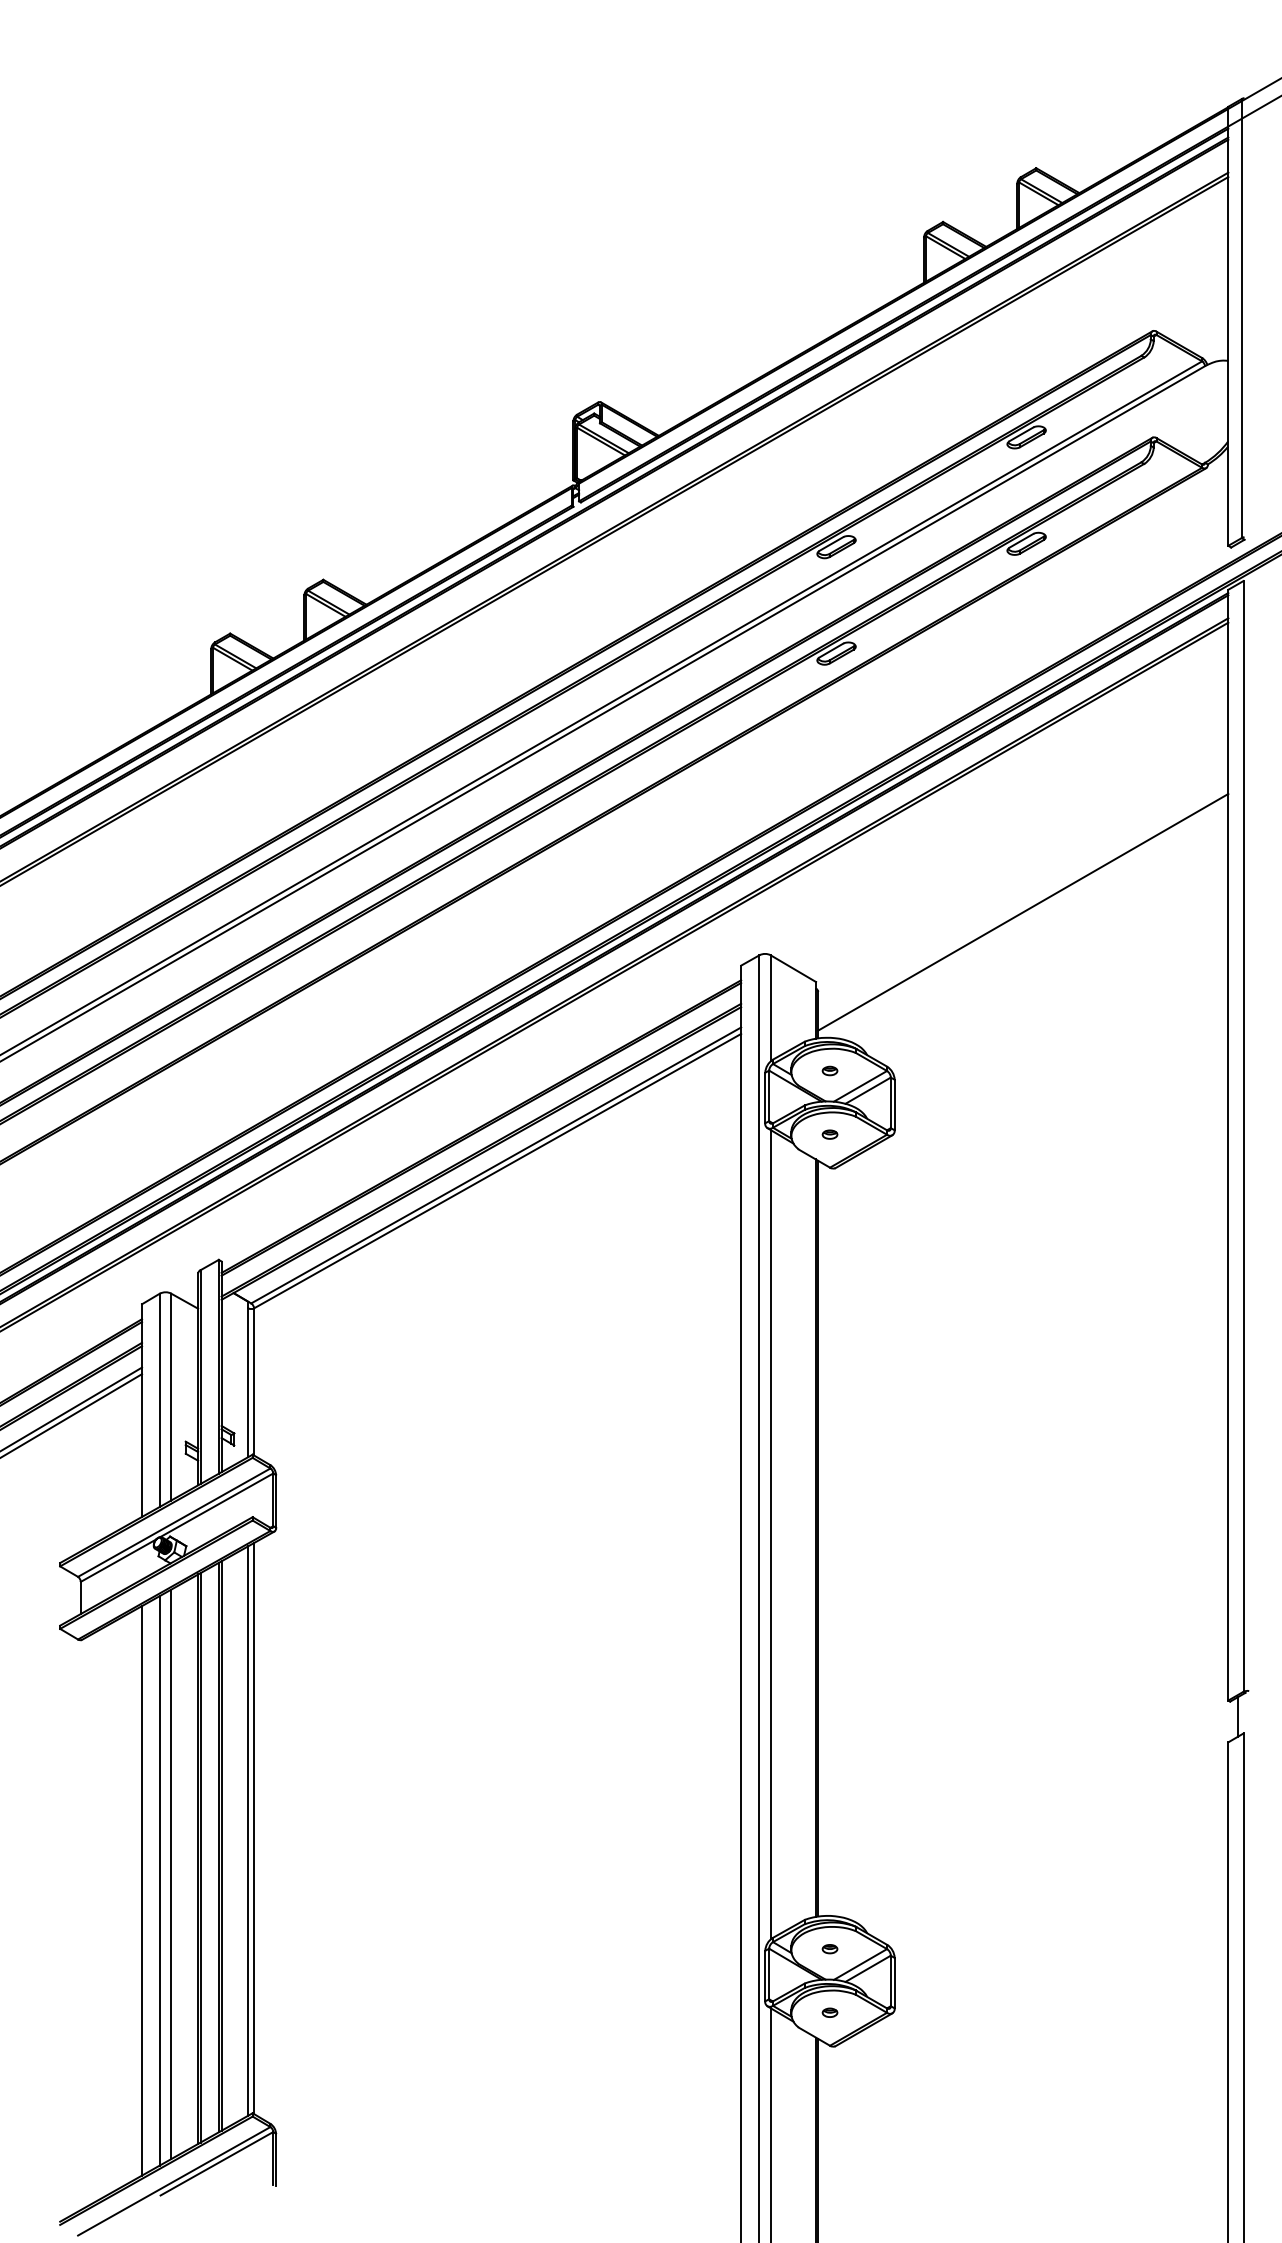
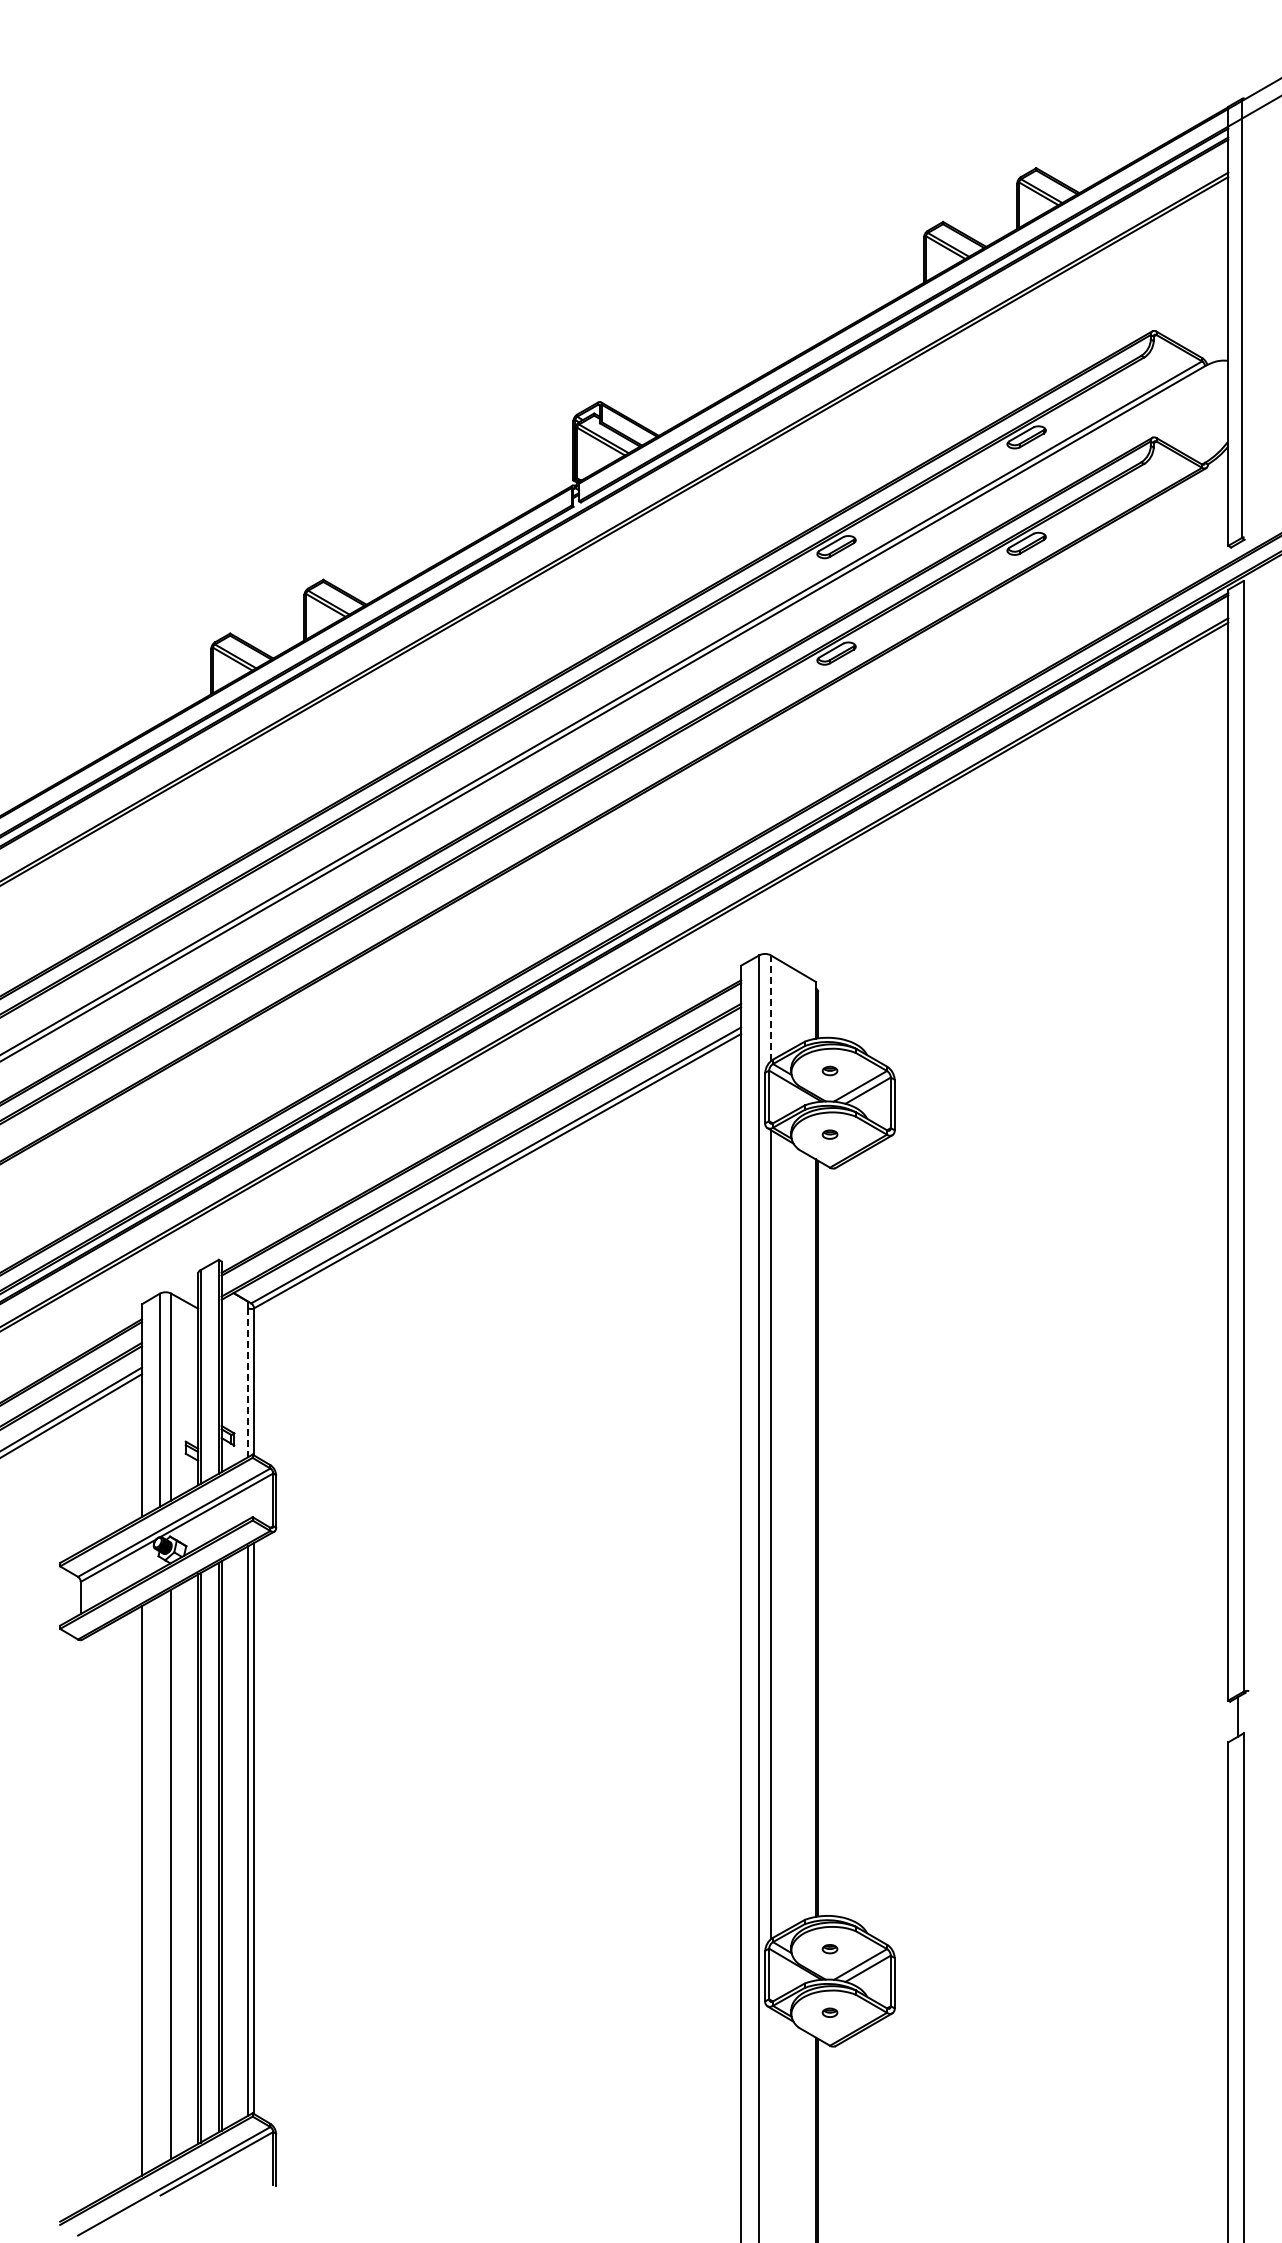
line at (1023, 911): present -> none
line at (770, 1008): solid -> dashed
line at (248, 1383): solid -> dashed
line at (159, 1880): present -> none
line at (770, 2123): present -> none
